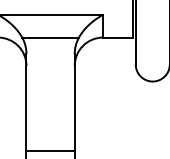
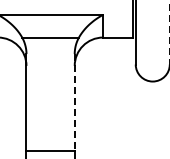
line at (169, 32): solid -> dashed
line at (74, 102): solid -> dashed
